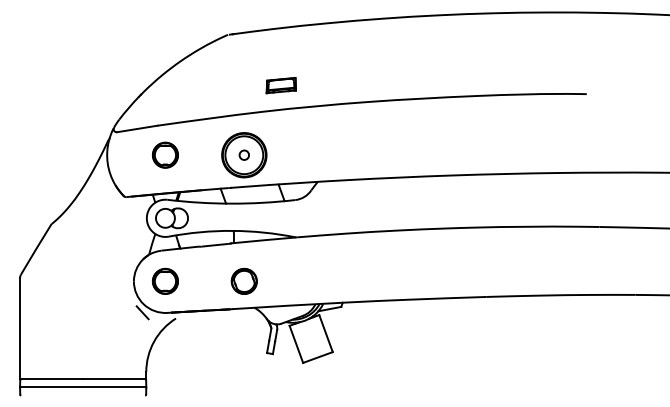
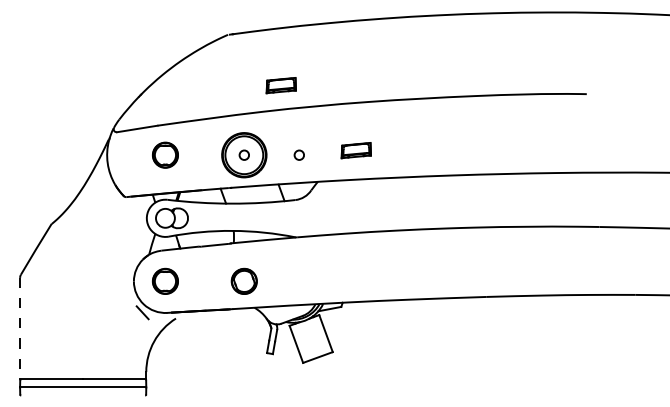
part at (355, 150): none -> present
circle at (298, 154): none -> present
line at (20, 328): solid -> dashed
